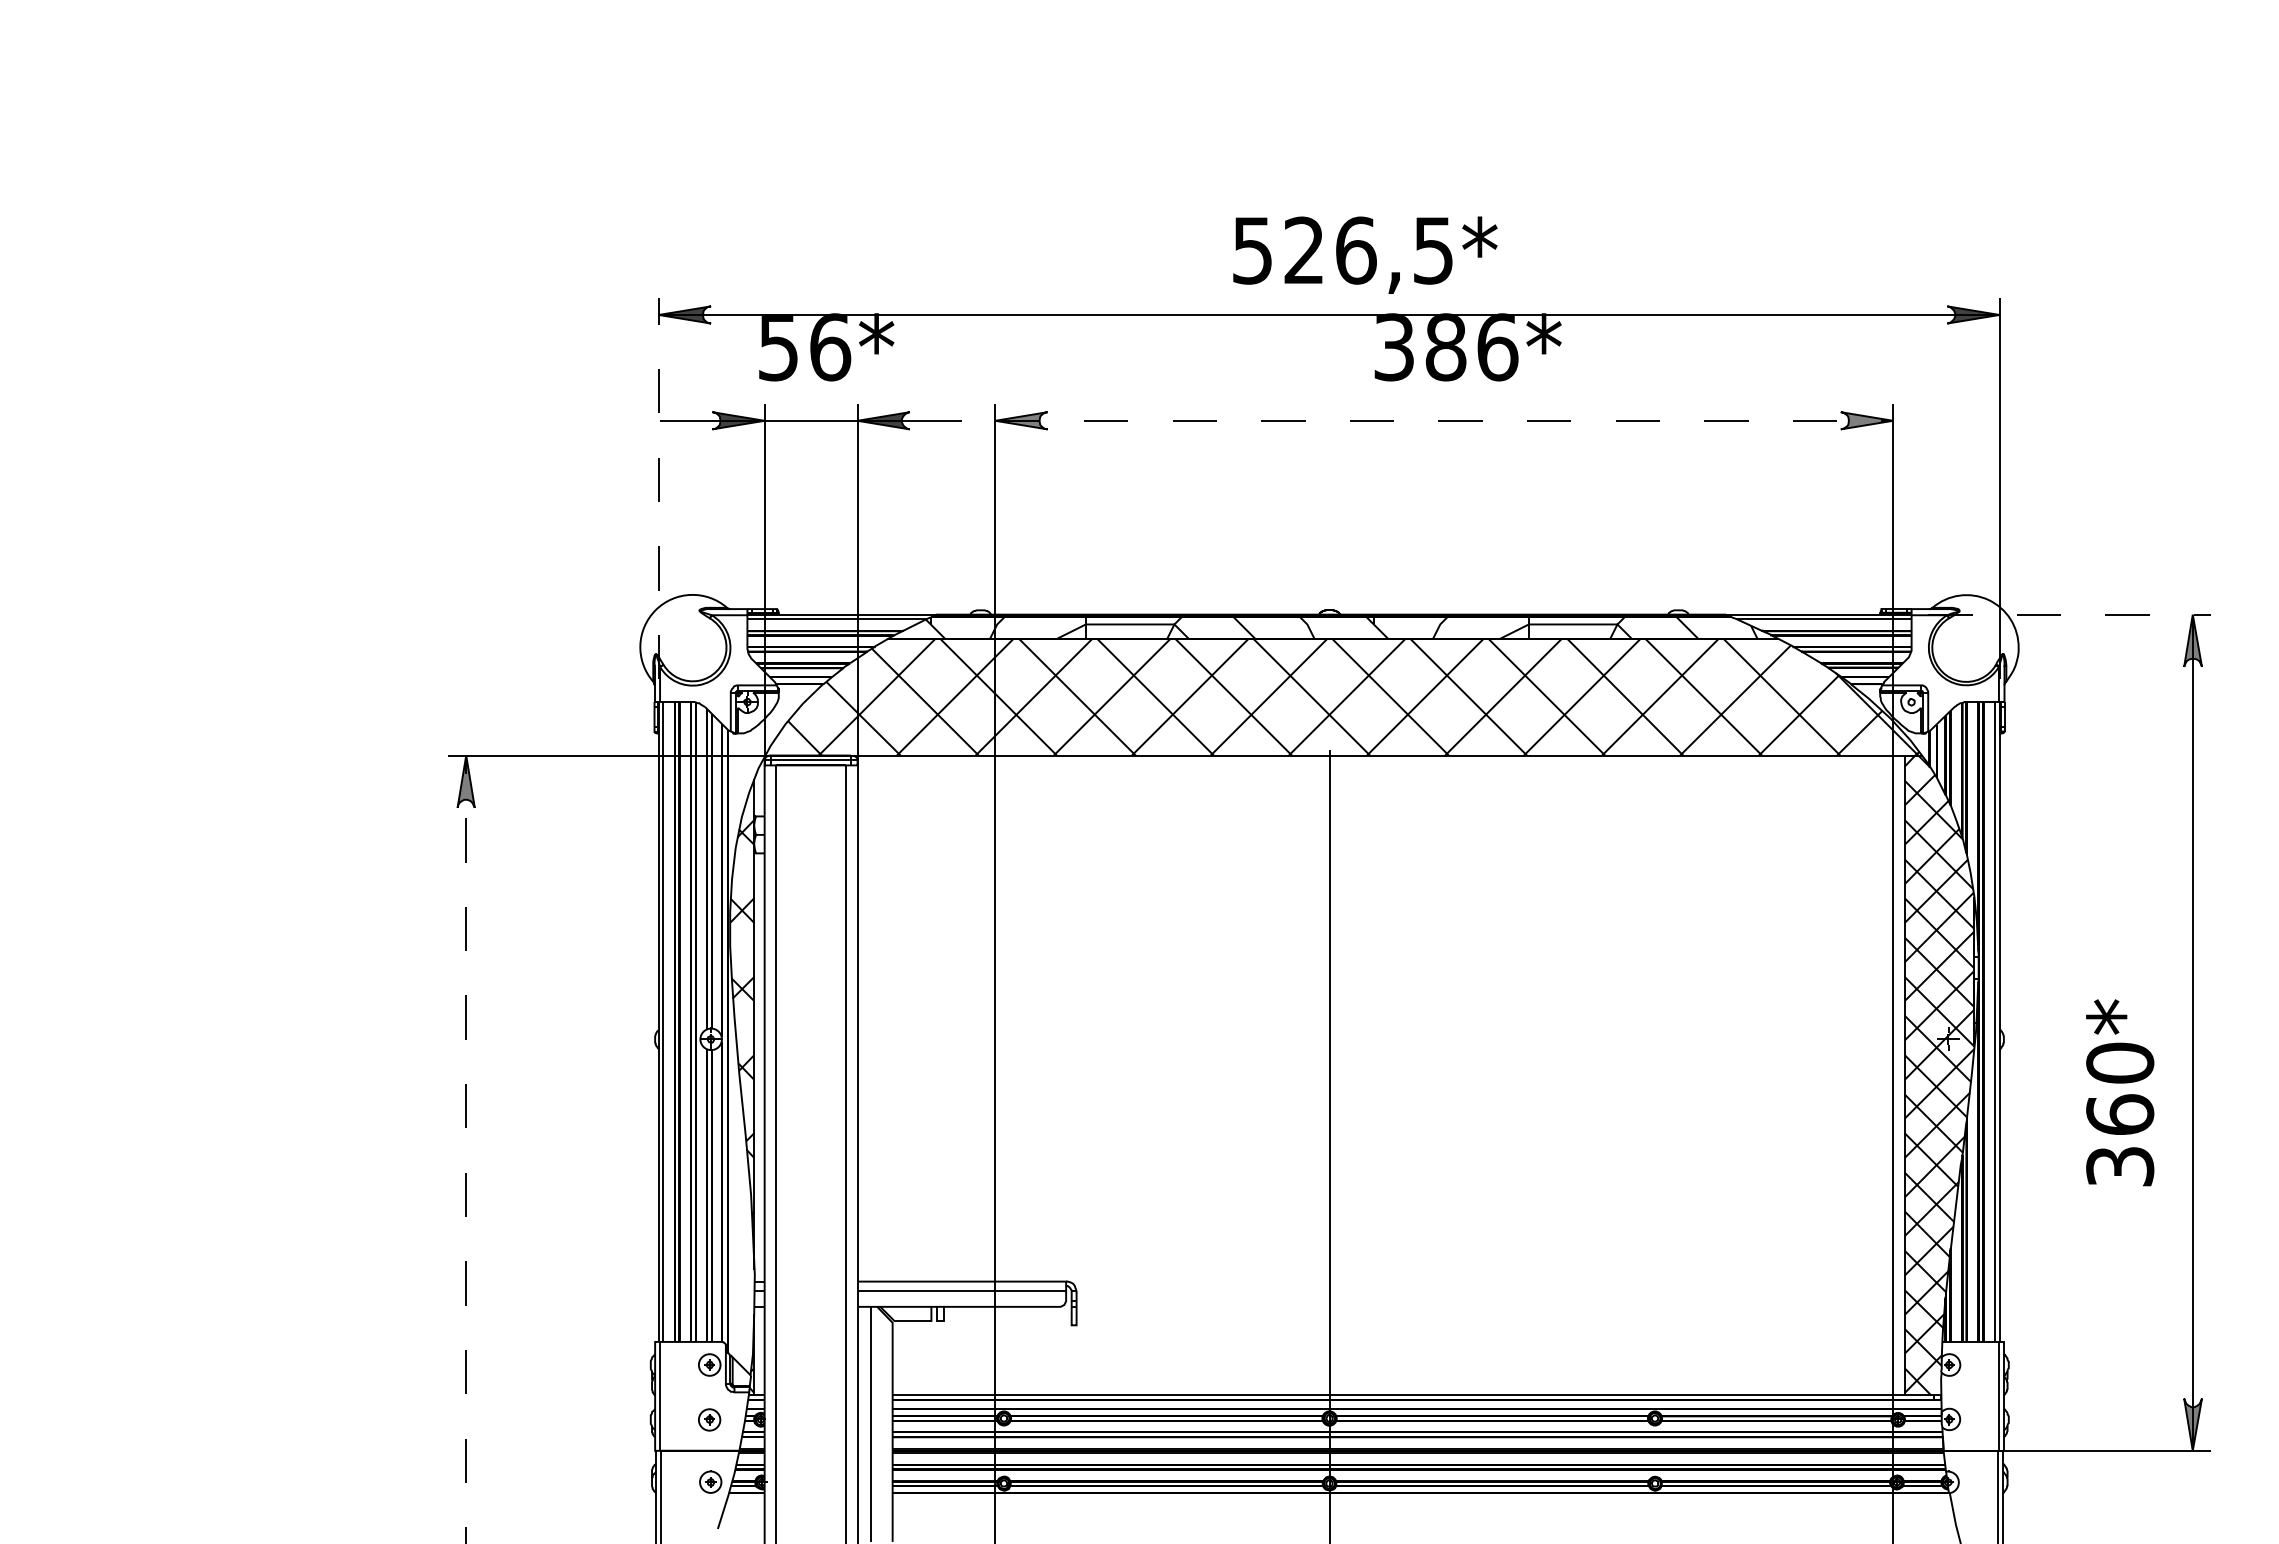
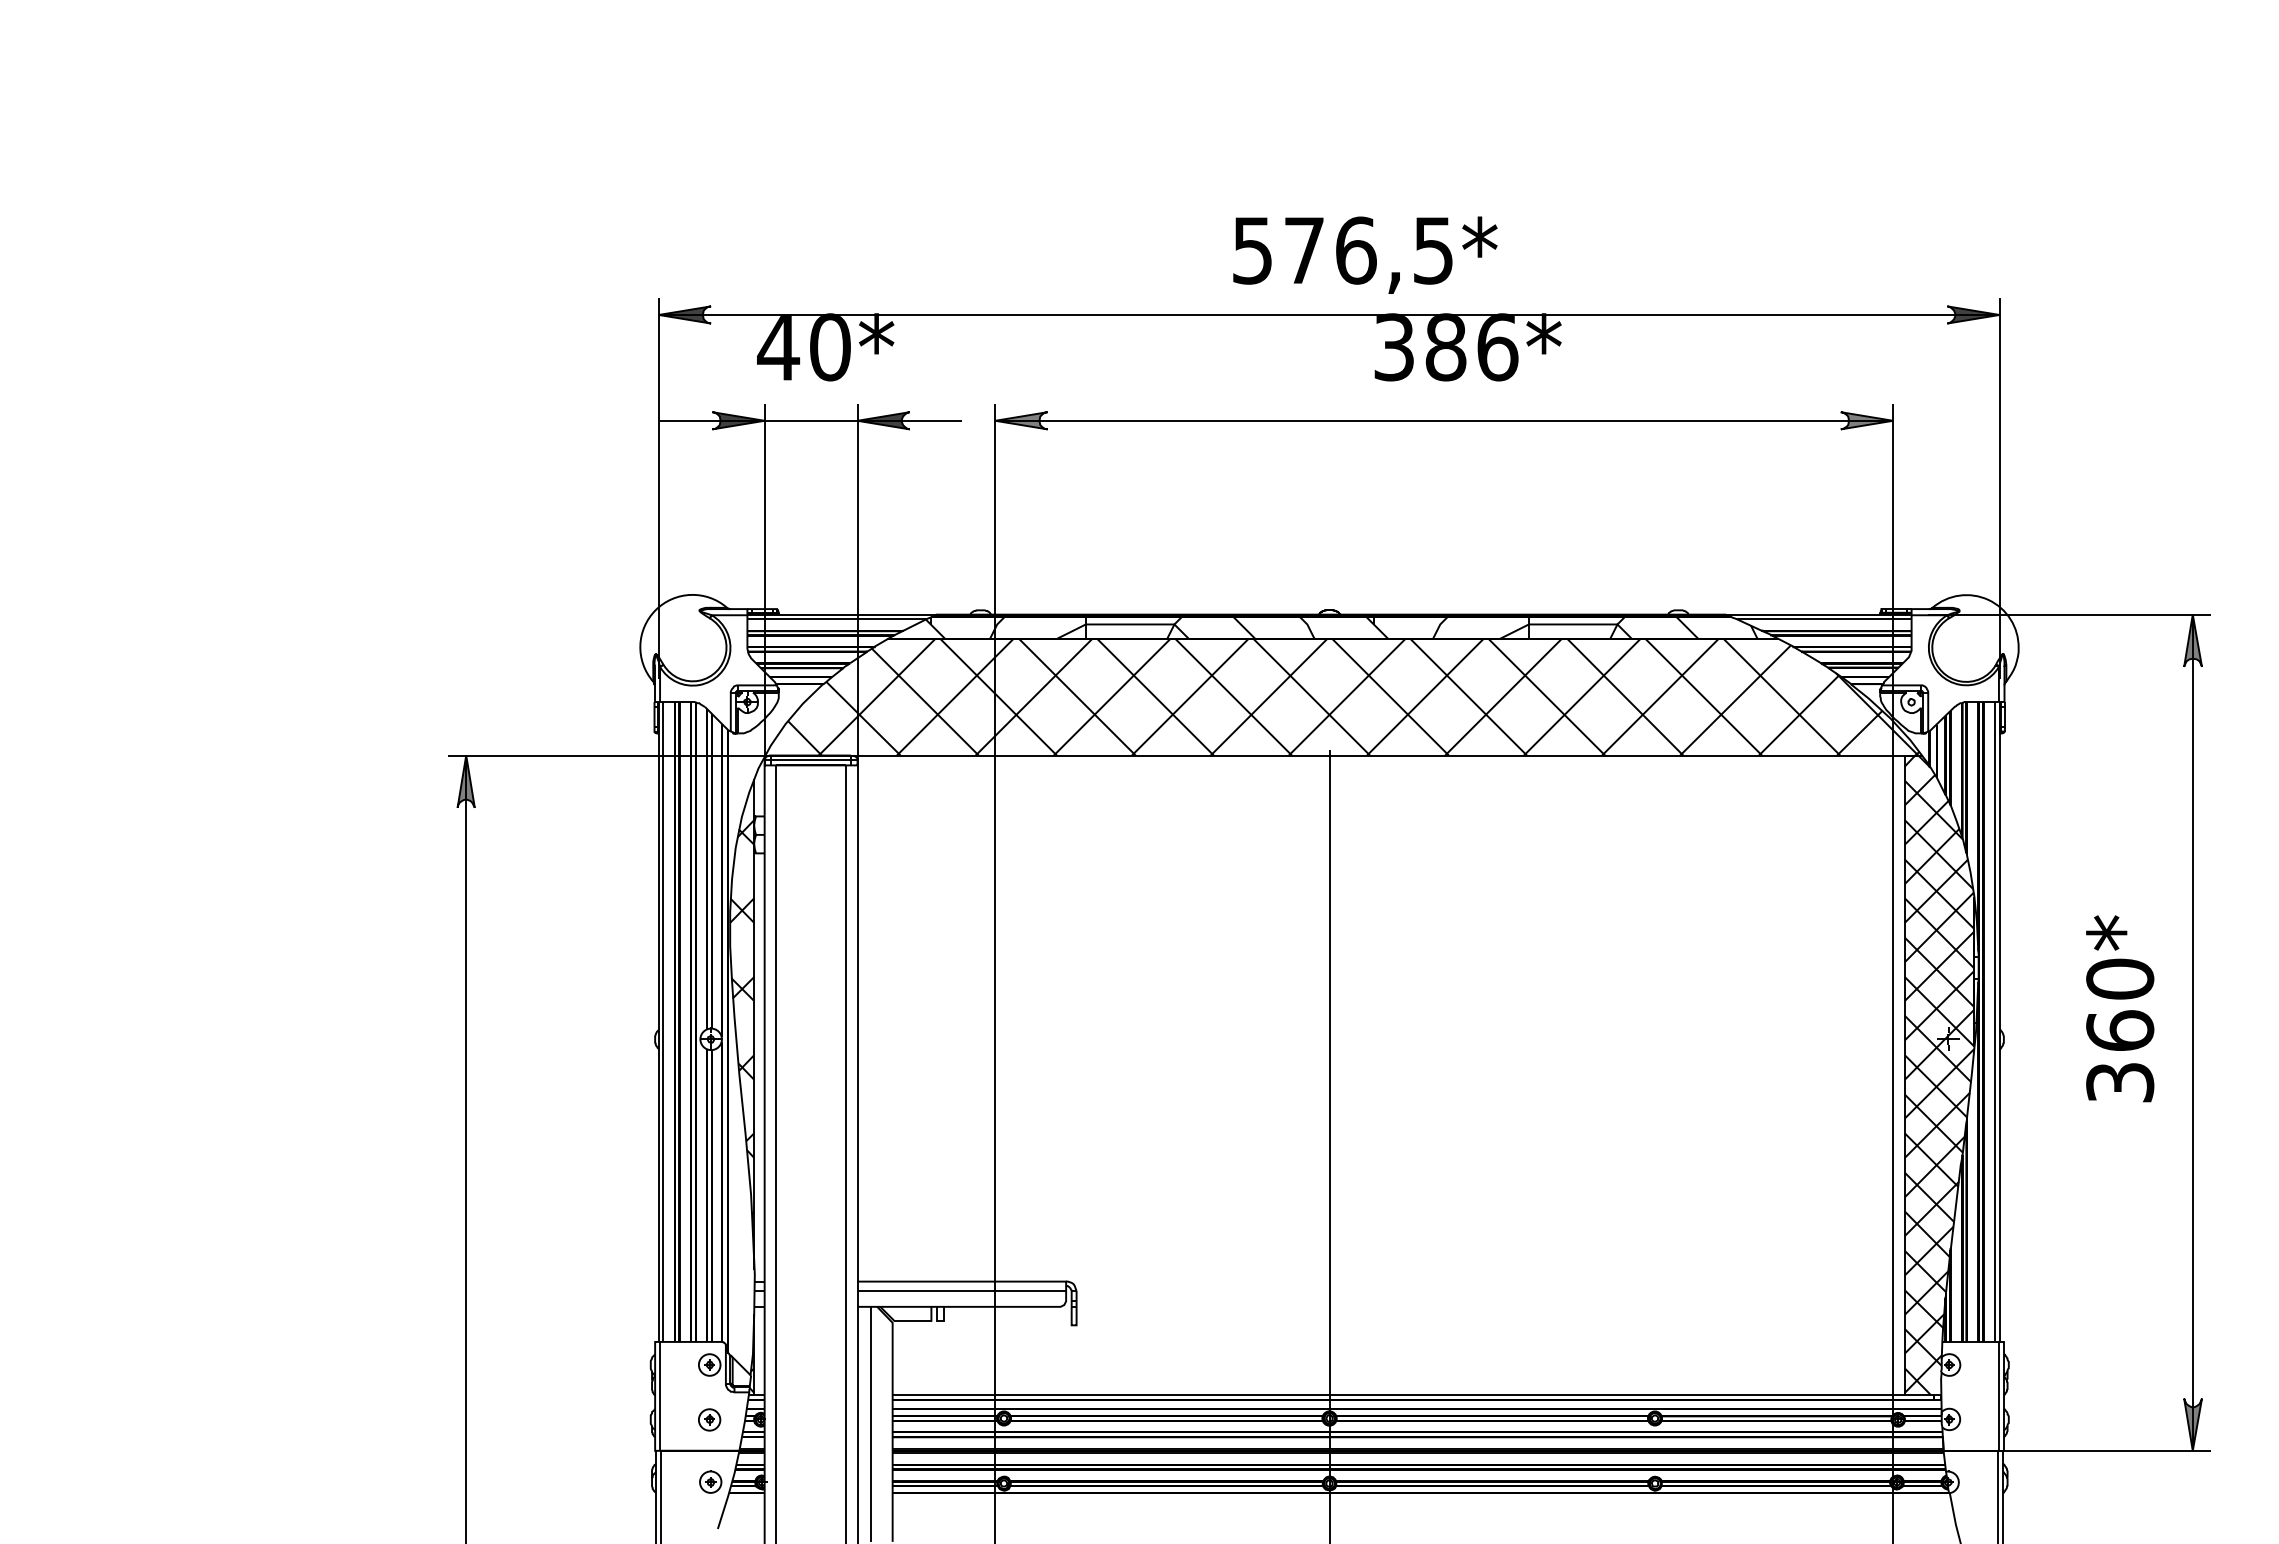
text at (1303, 249): 526,5* -> 576,5*
text at (804, 347): 56* -> 40*
line at (1444, 420): dashed -> solid
line at (658, 488): dashed -> solid
line at (2069, 614): dashed -> solid
text at (2120, 1092) position: (2120, 1092) -> (2120, 1008)
line at (466, 1149): dashed -> solid
